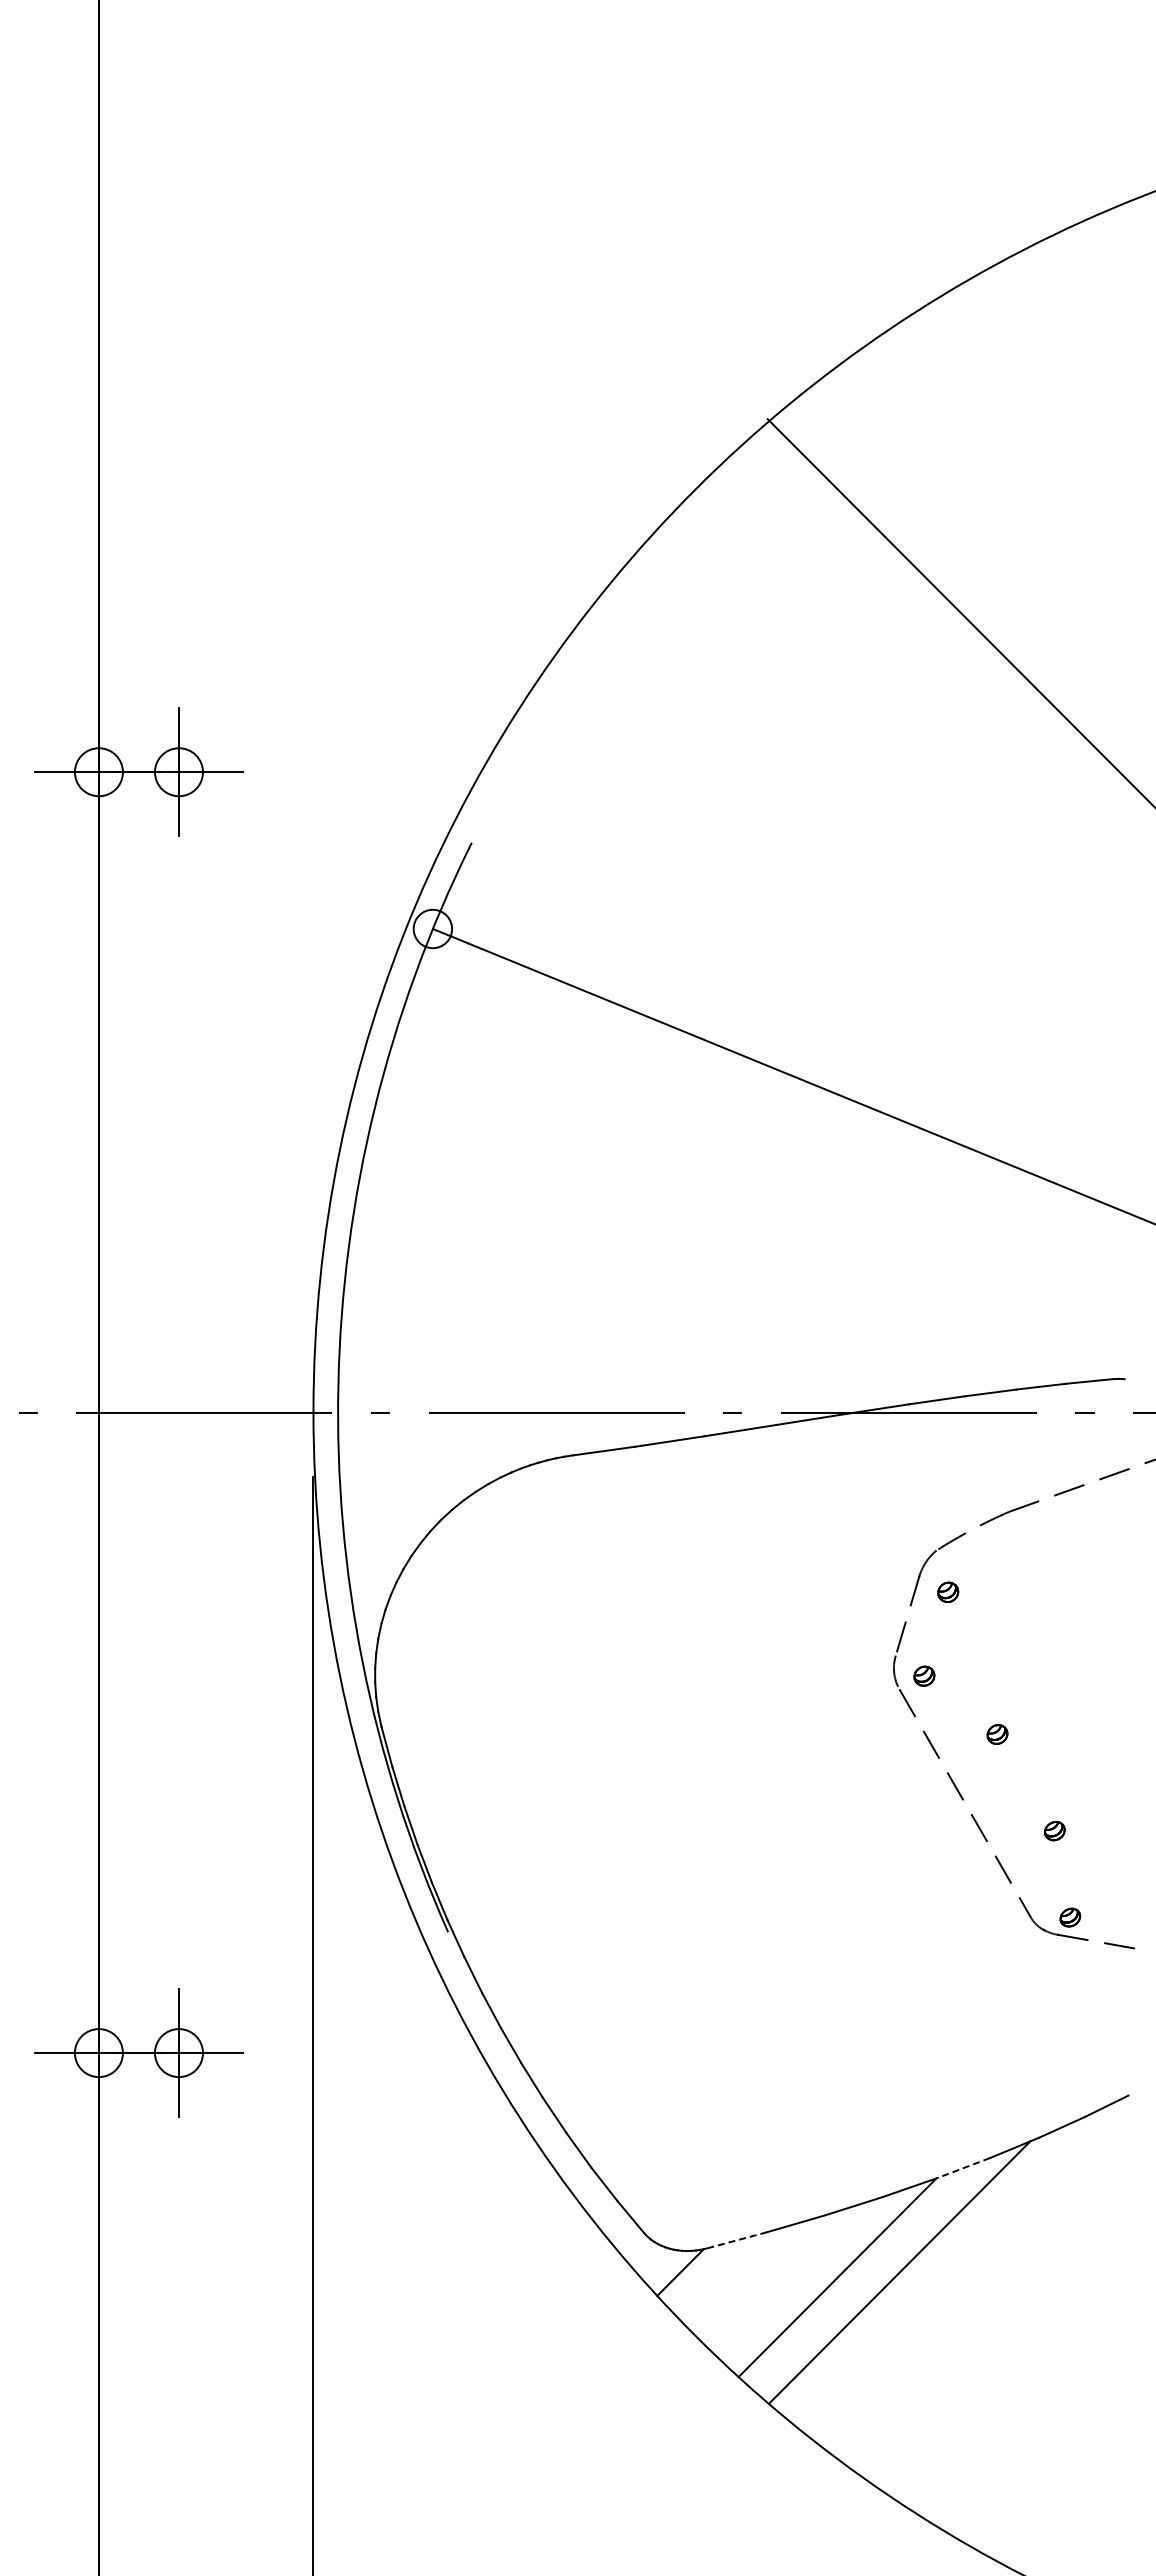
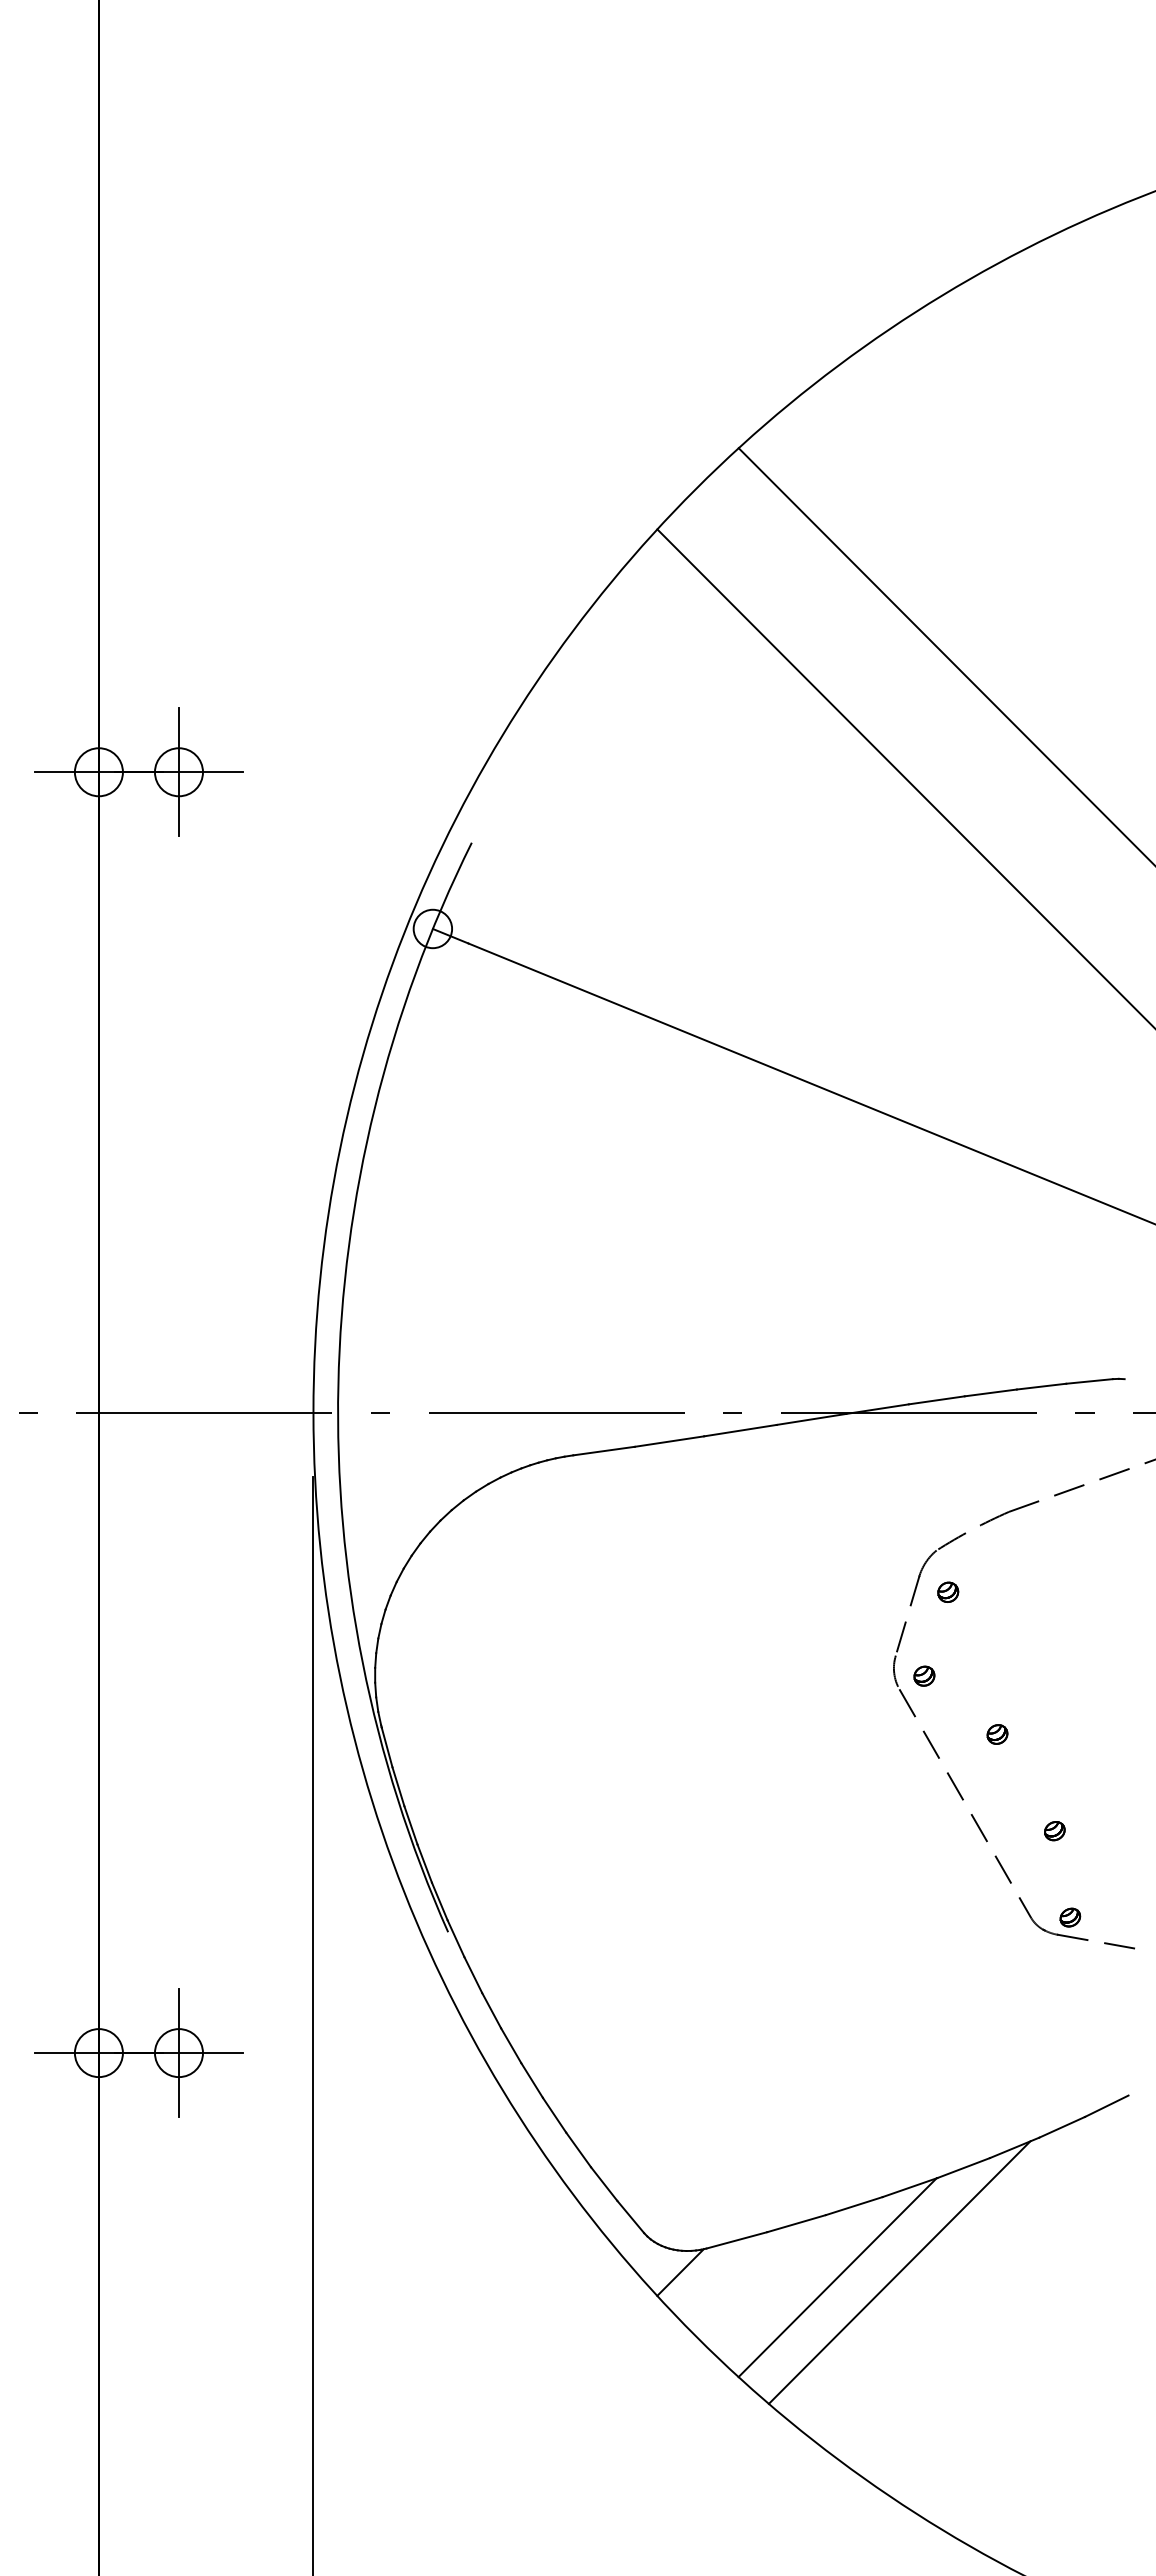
line at (959, 612) position: (959, 612) -> (945, 655)
line at (904, 777): none -> present
line at (963, 2168): dashed -> solid
line at (736, 2240): dashed -> solid
